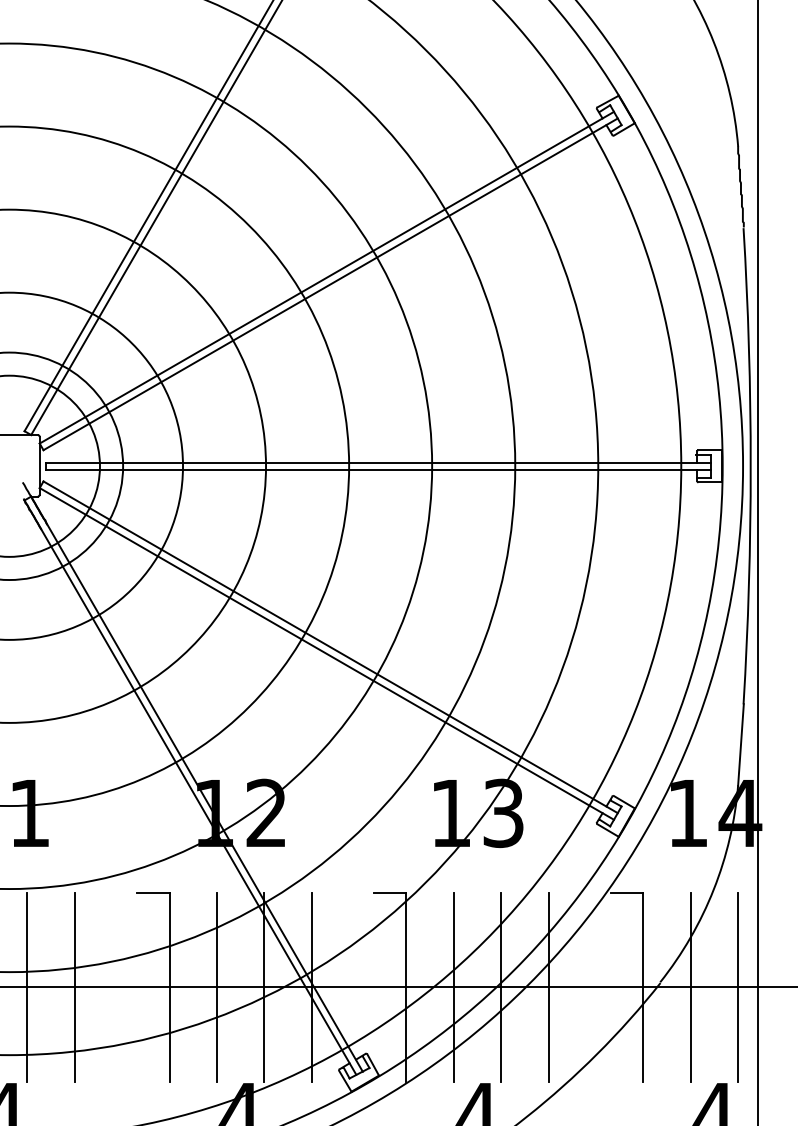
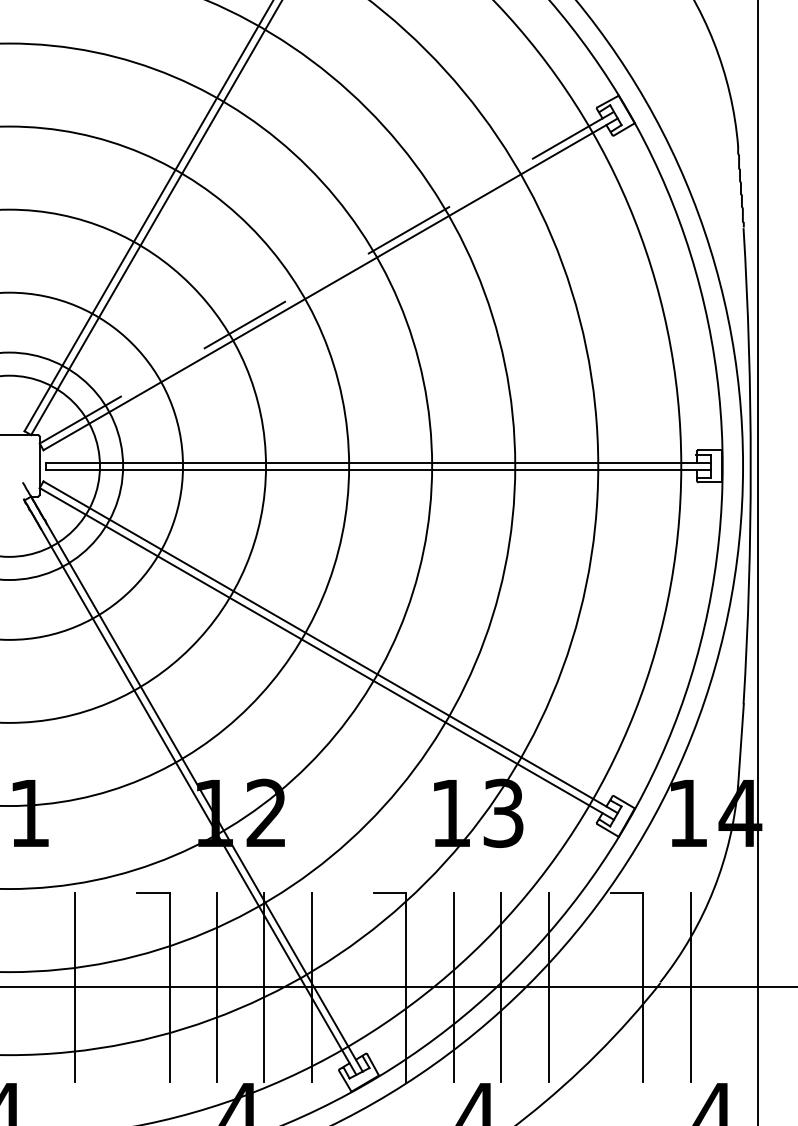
line at (326, 277): solid -> dashed
line at (27, 987): present -> none
line at (738, 987): present -> none
